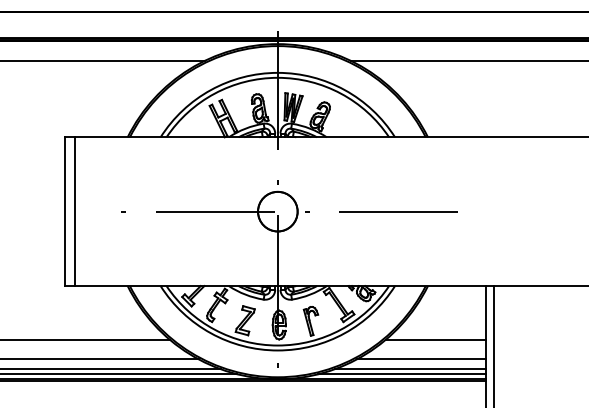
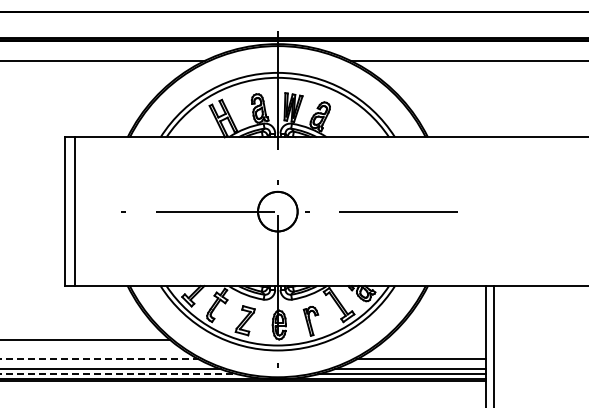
line at (436, 339): present -> none
line at (100, 359): solid -> dashed
line at (118, 374): solid -> dashed
